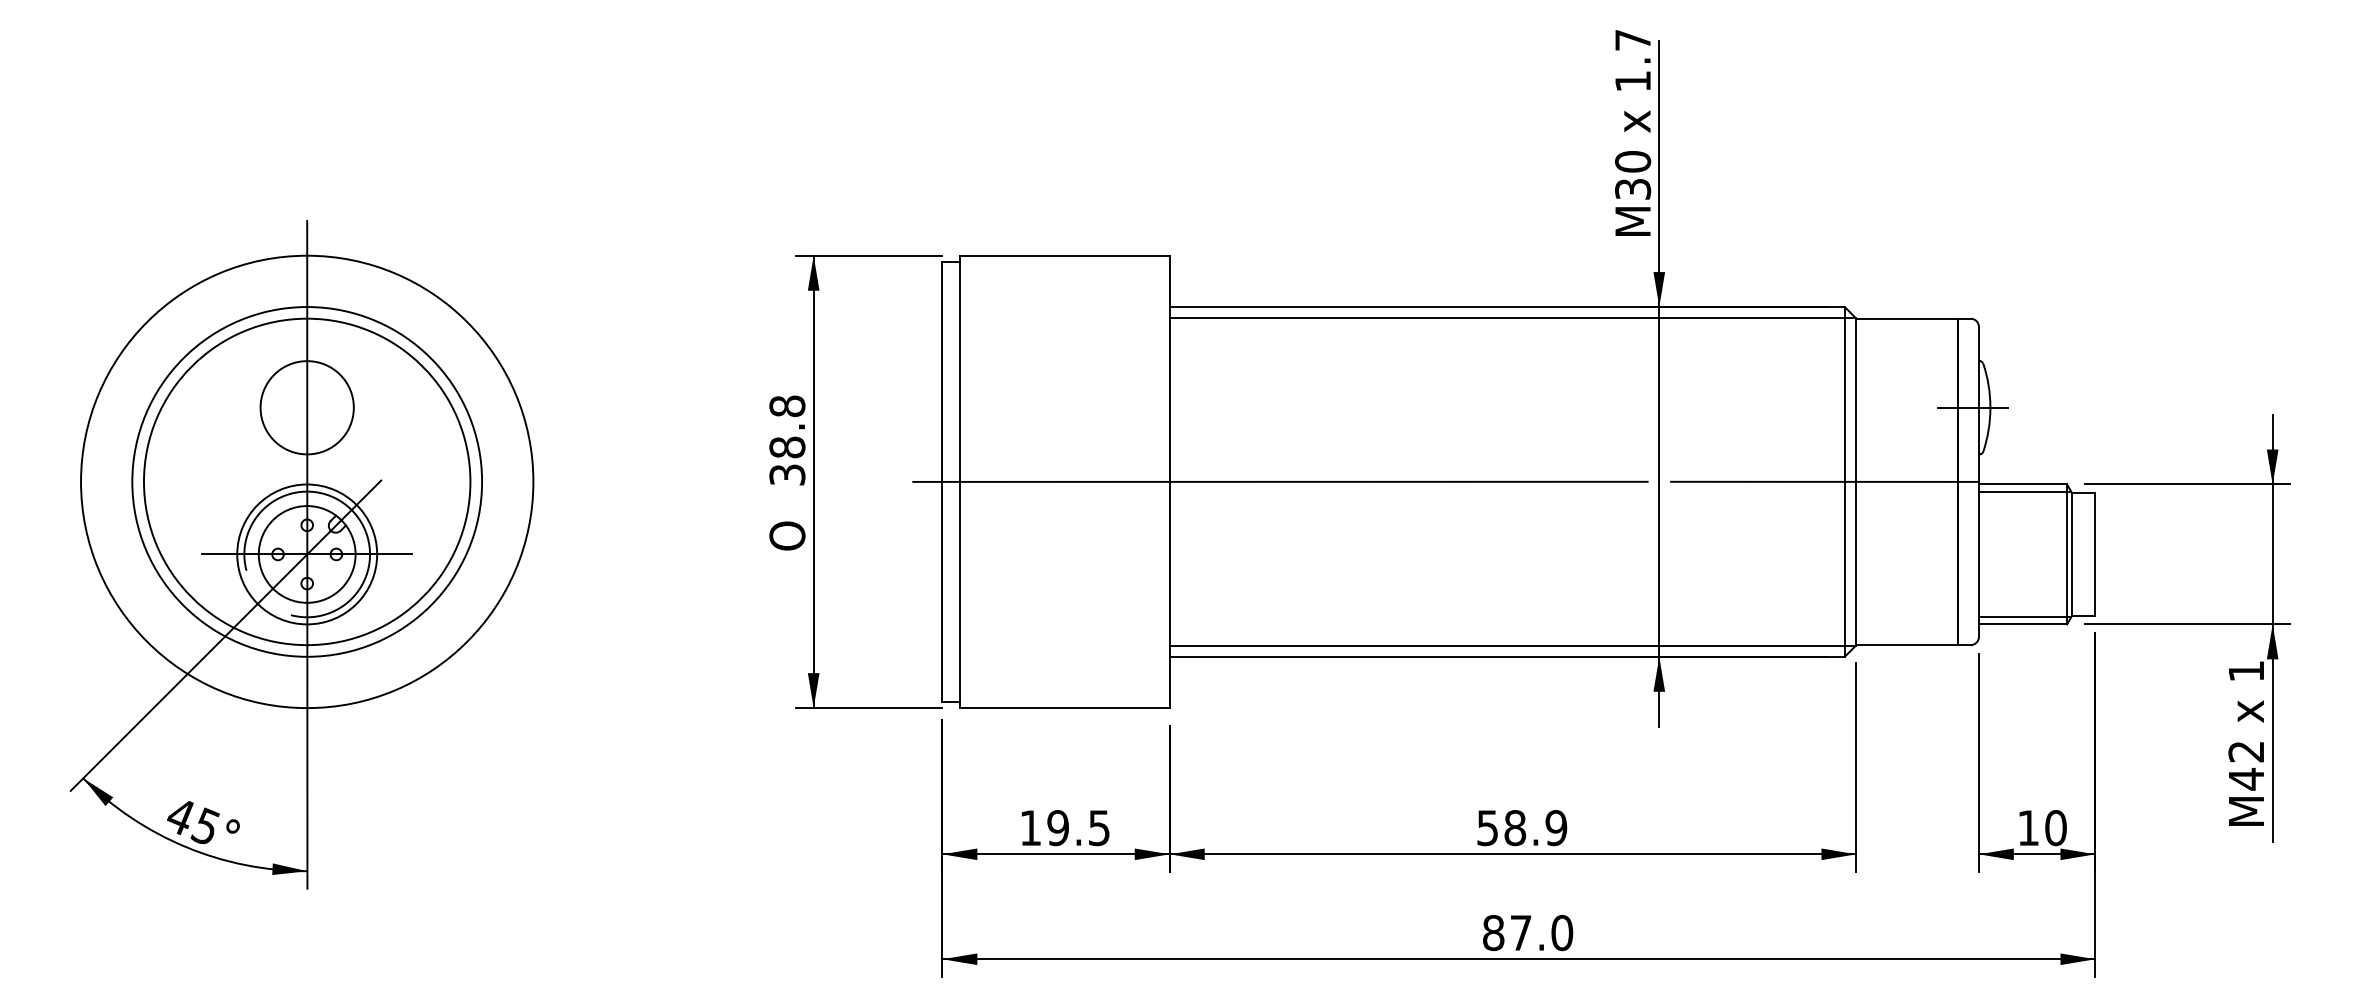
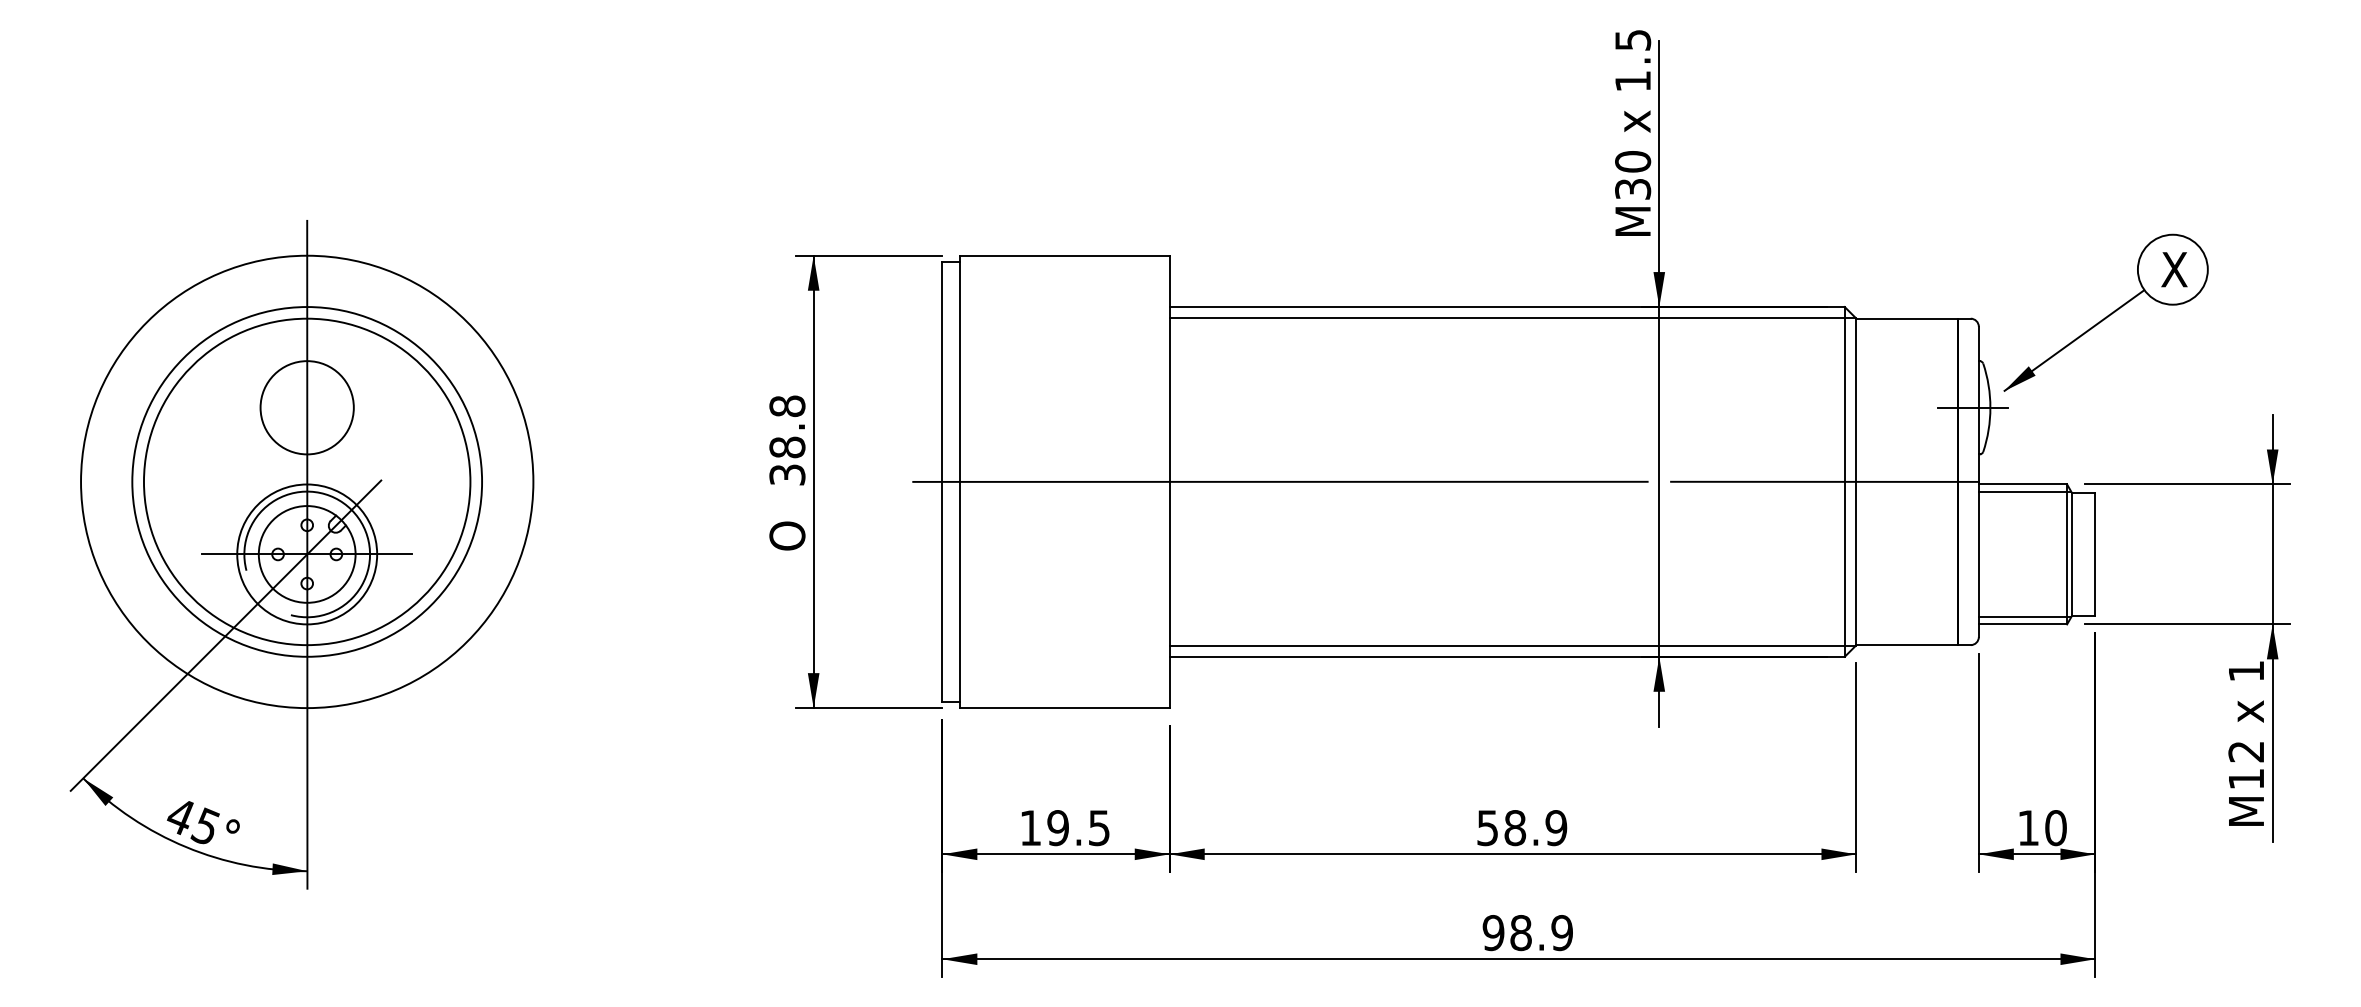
text at (1633, 40): 1.7 -> 1.5
part at (2105, 312): none -> present
text at (2246, 778): M42 -> M12
text at (1527, 933): 87.0 -> 98.9
